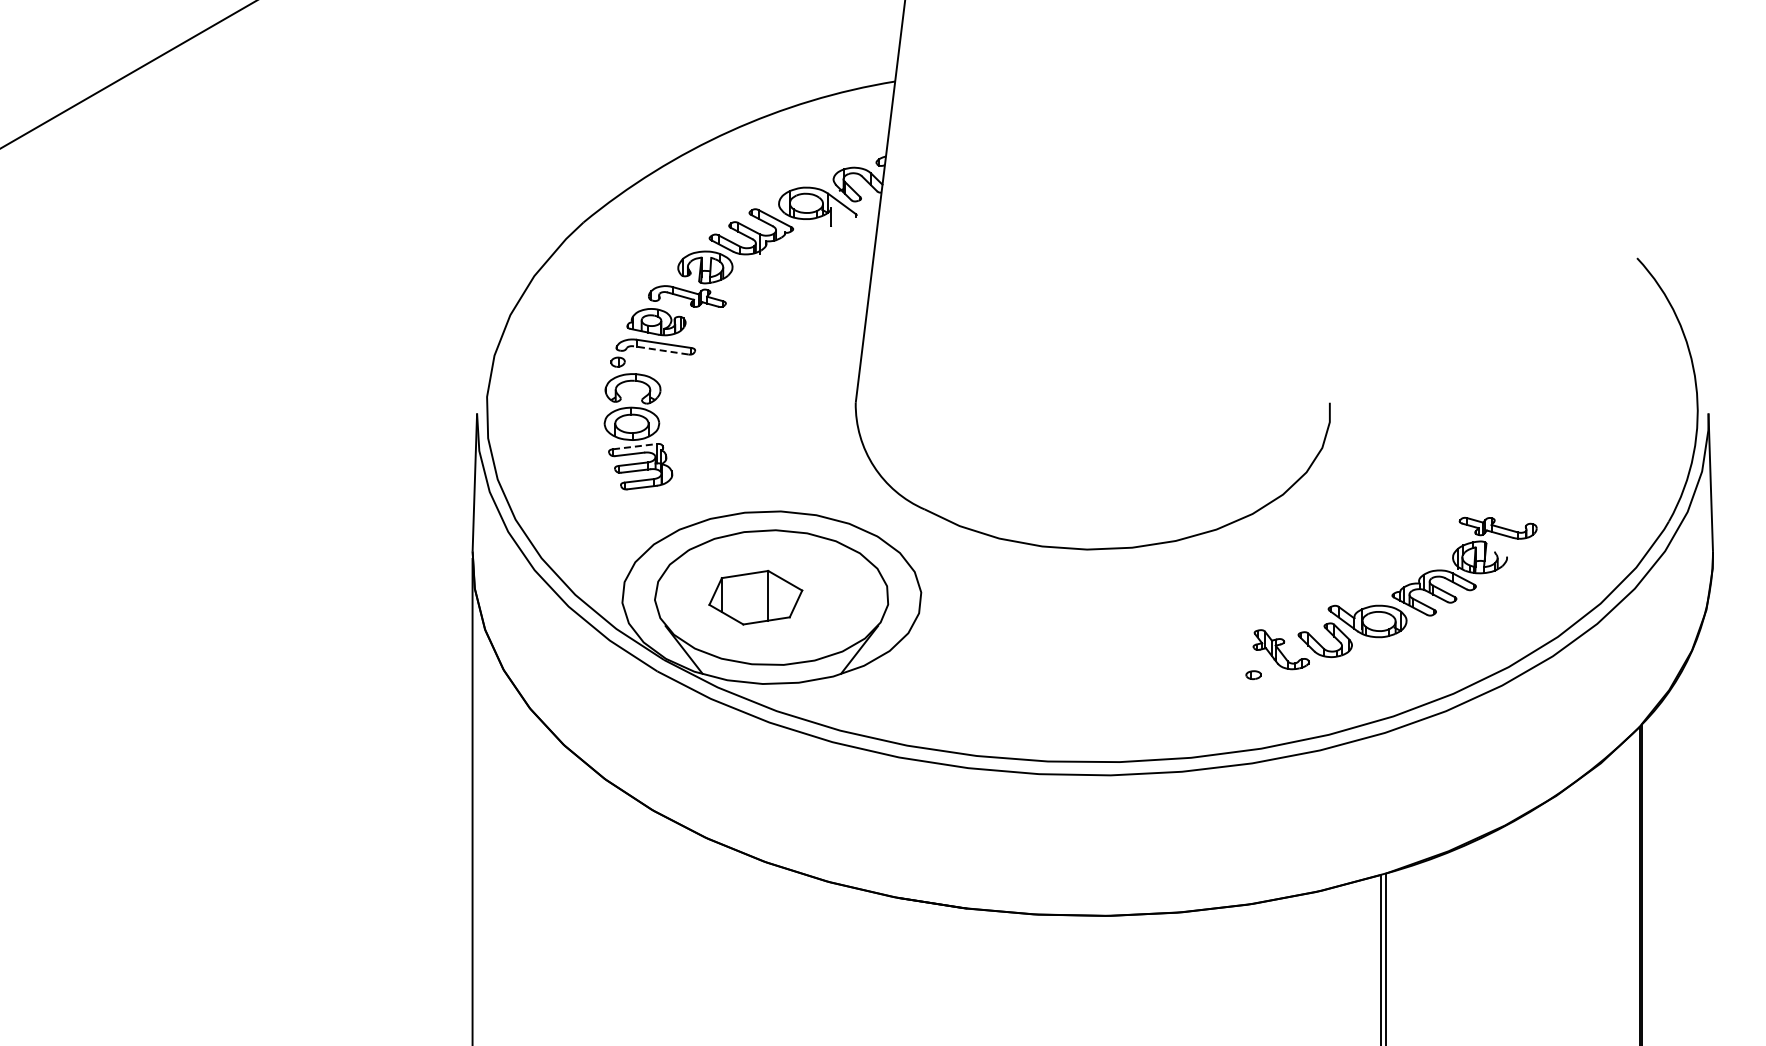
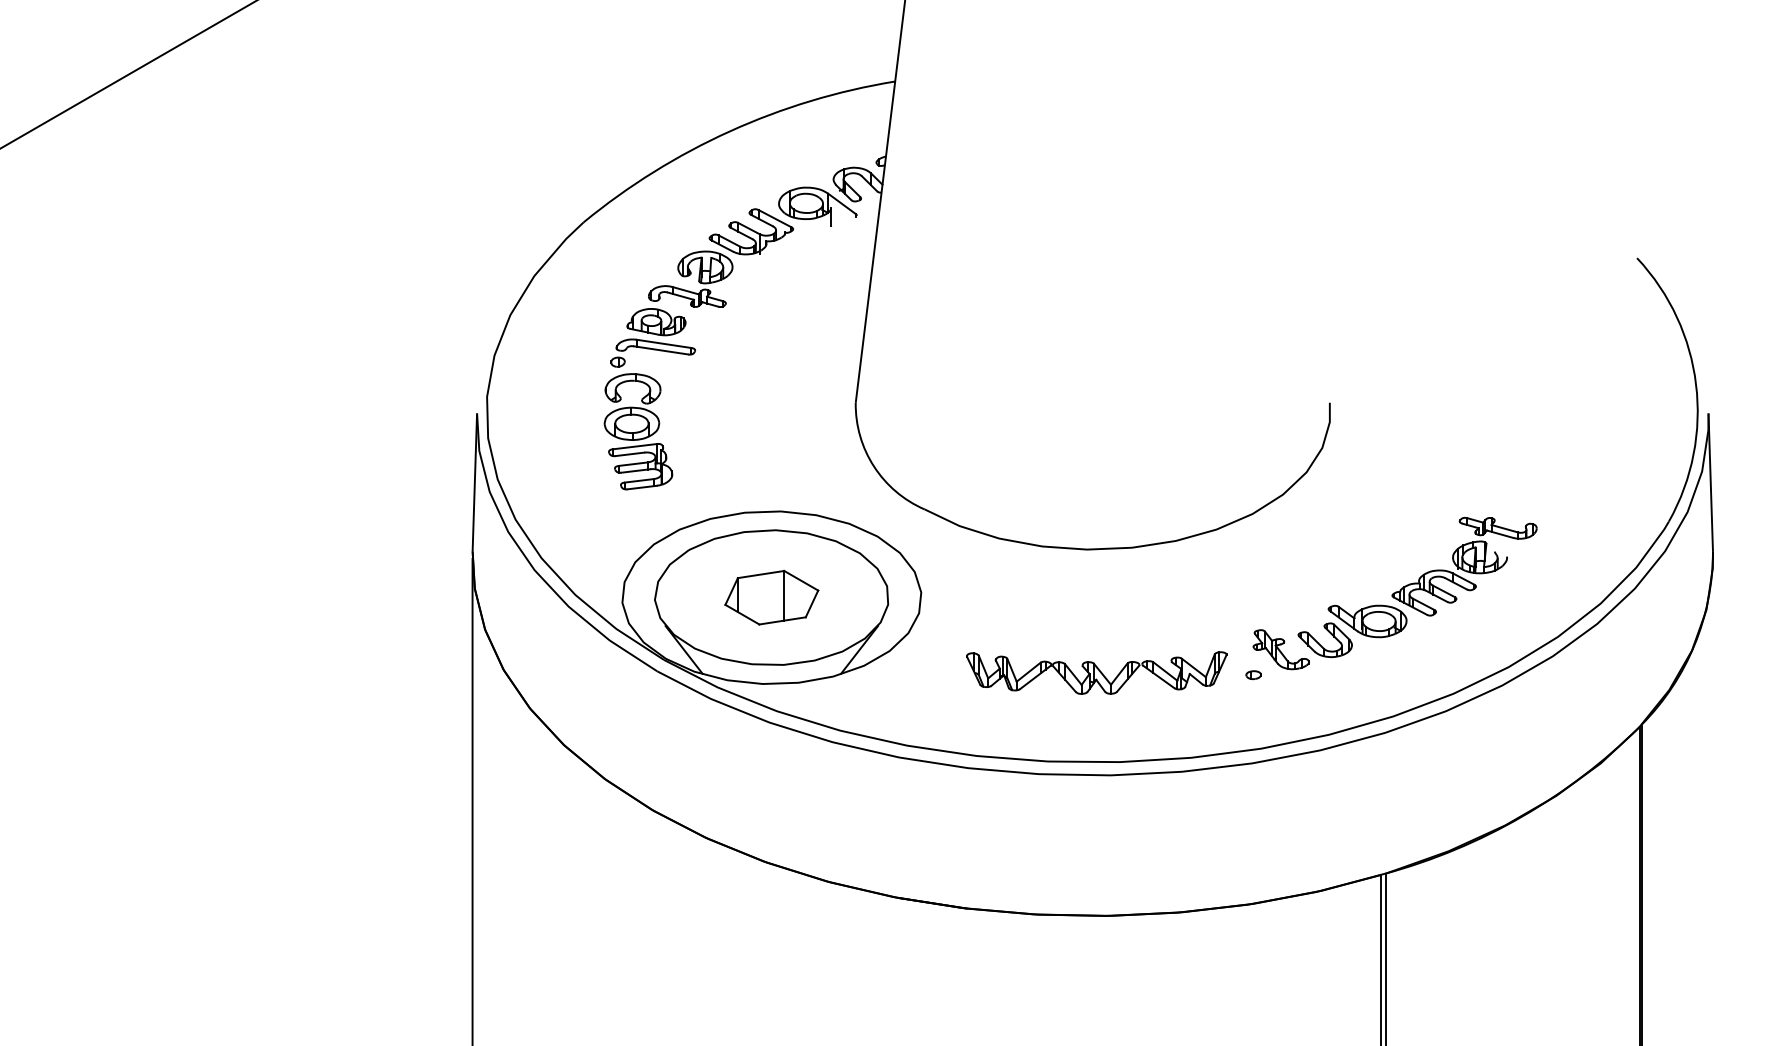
line at (660, 350): dashed -> solid
line at (635, 446): dashed -> solid
part at (755, 597) position: (755, 597) -> (771, 597)
part at (1096, 672): none -> present
